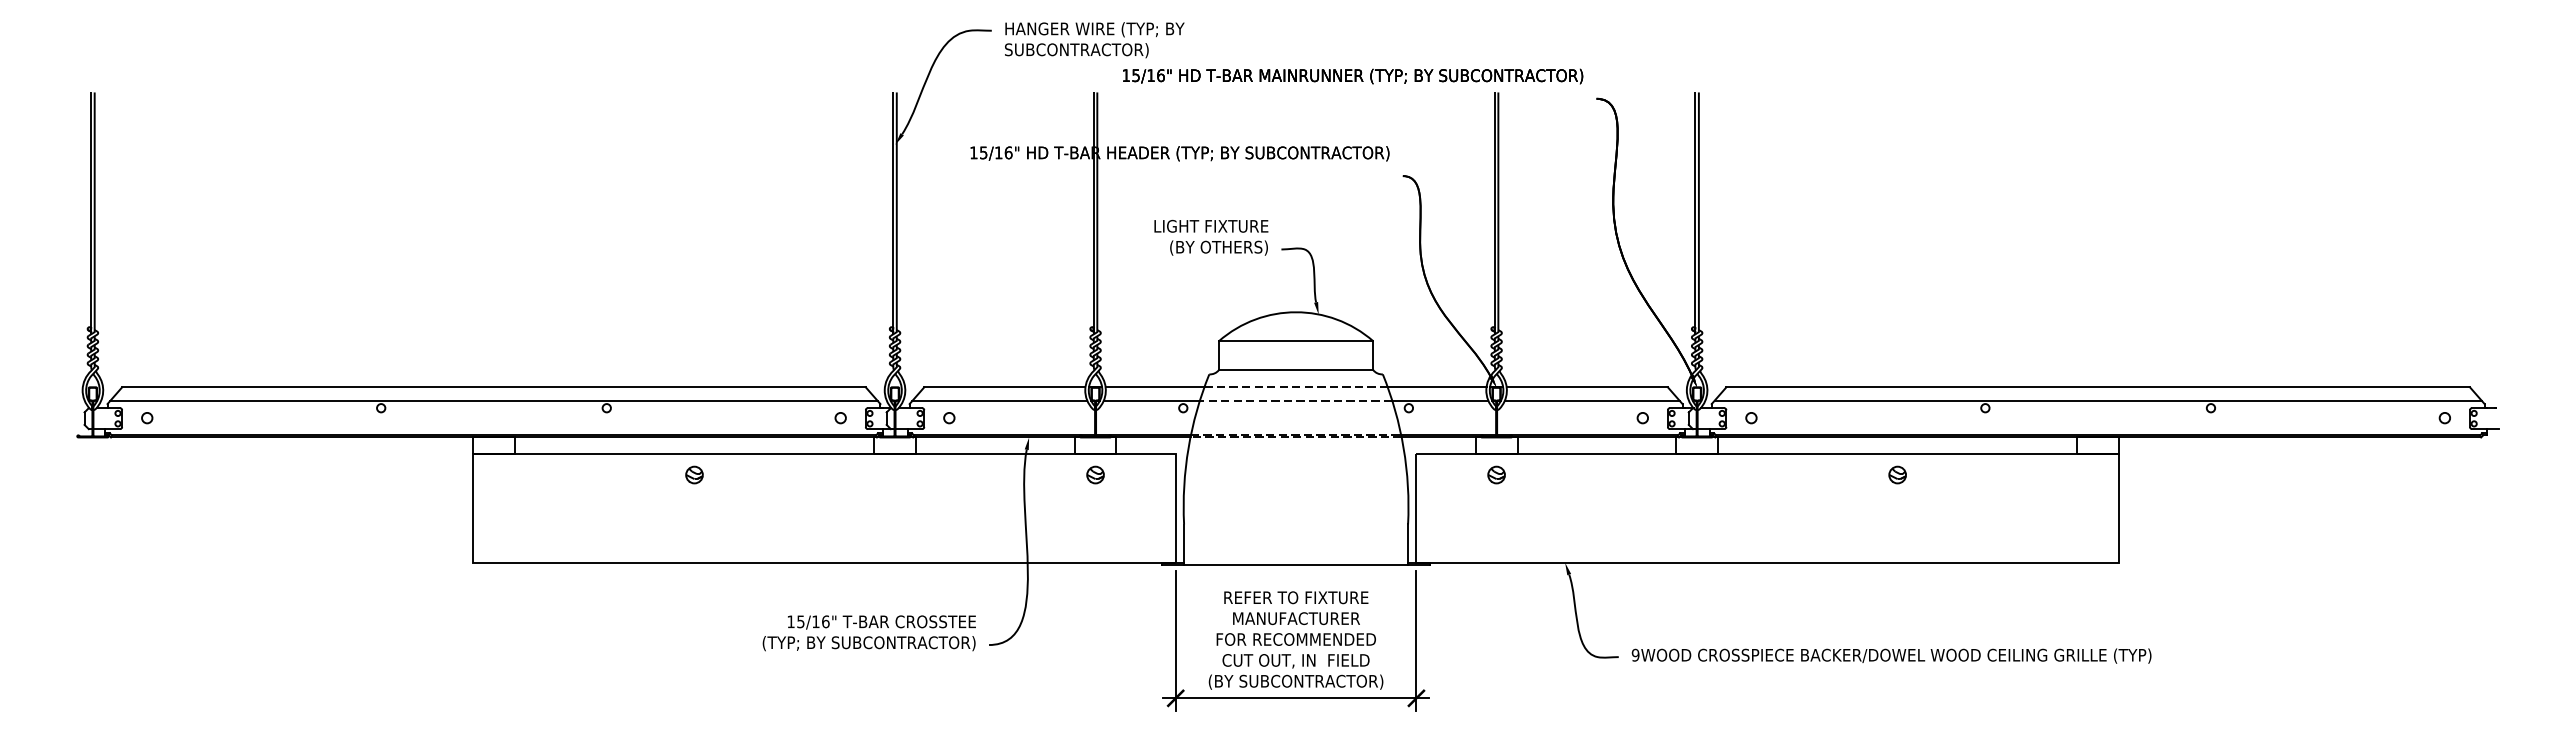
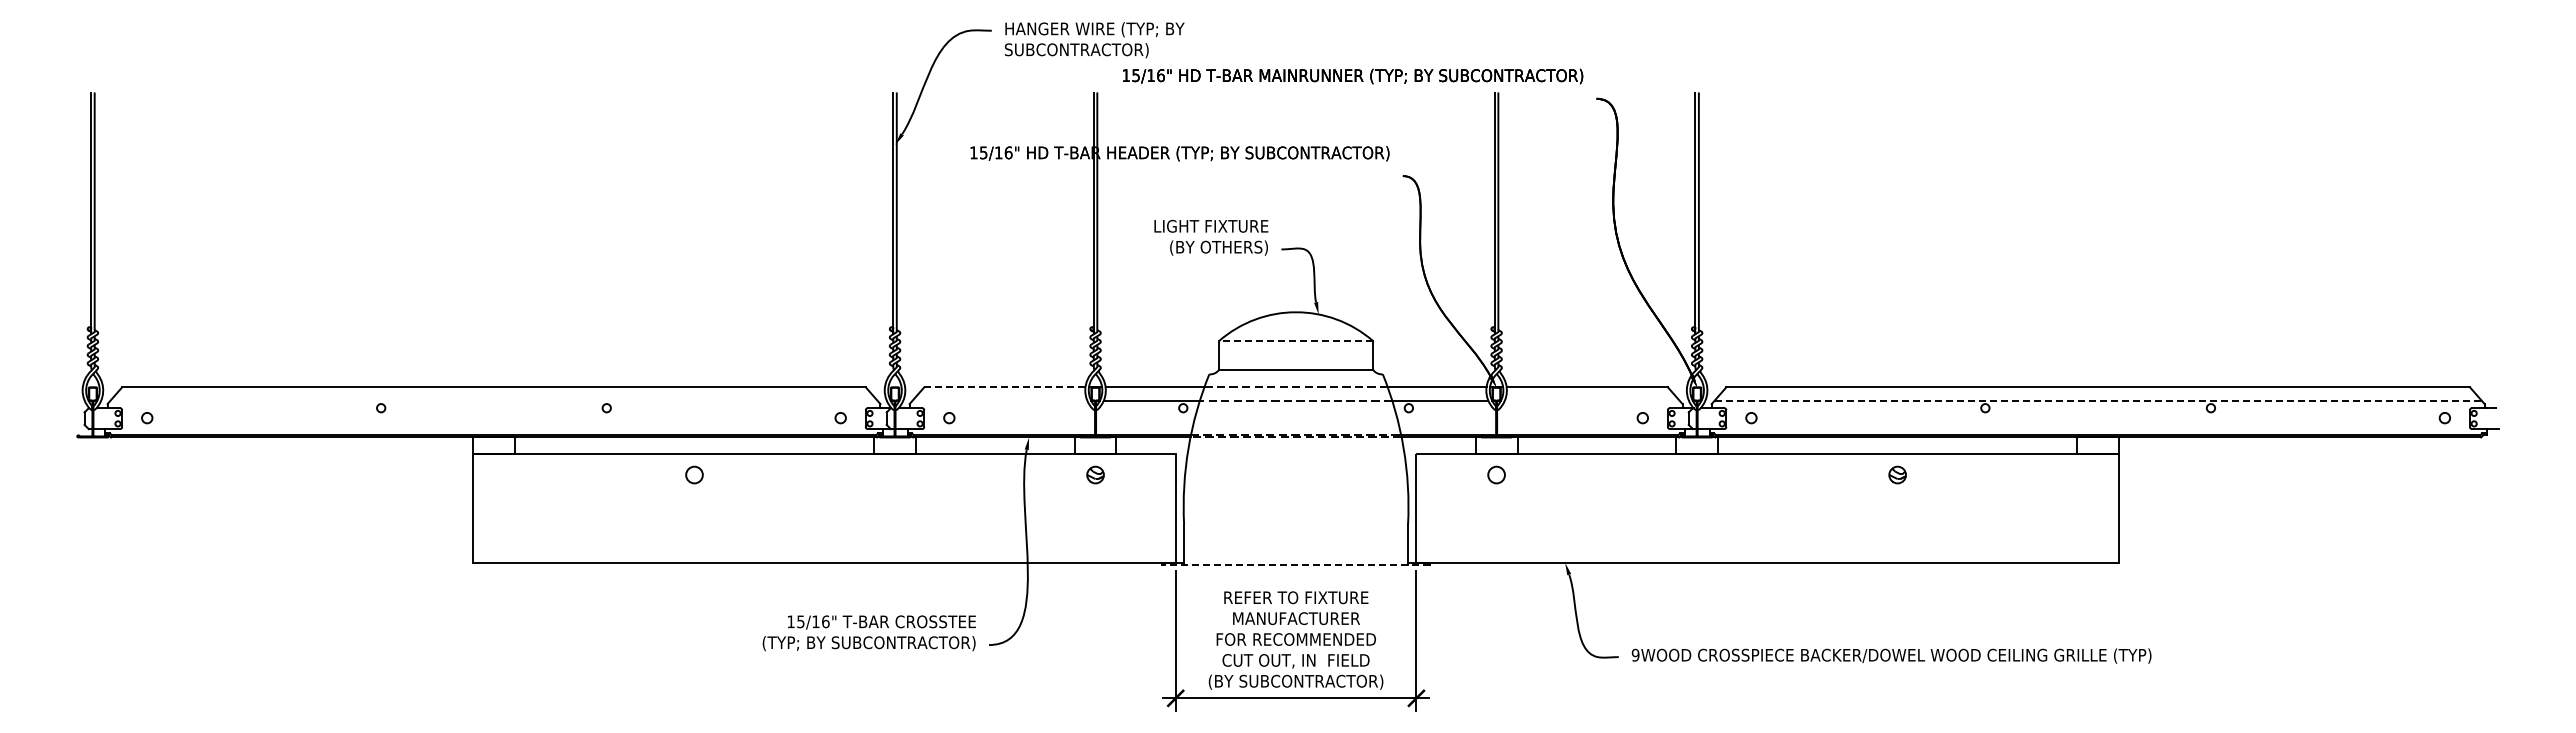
line at (1295, 341): solid -> dashed
line at (1004, 387): solid -> dashed
line at (493, 400): present -> none
line at (999, 400): present -> none
line at (1591, 400): present -> none
line at (2098, 400): solid -> dashed
hatch at (694, 475): present -> none
hatch at (1496, 475): present -> none
line at (1296, 565): solid -> dashed
